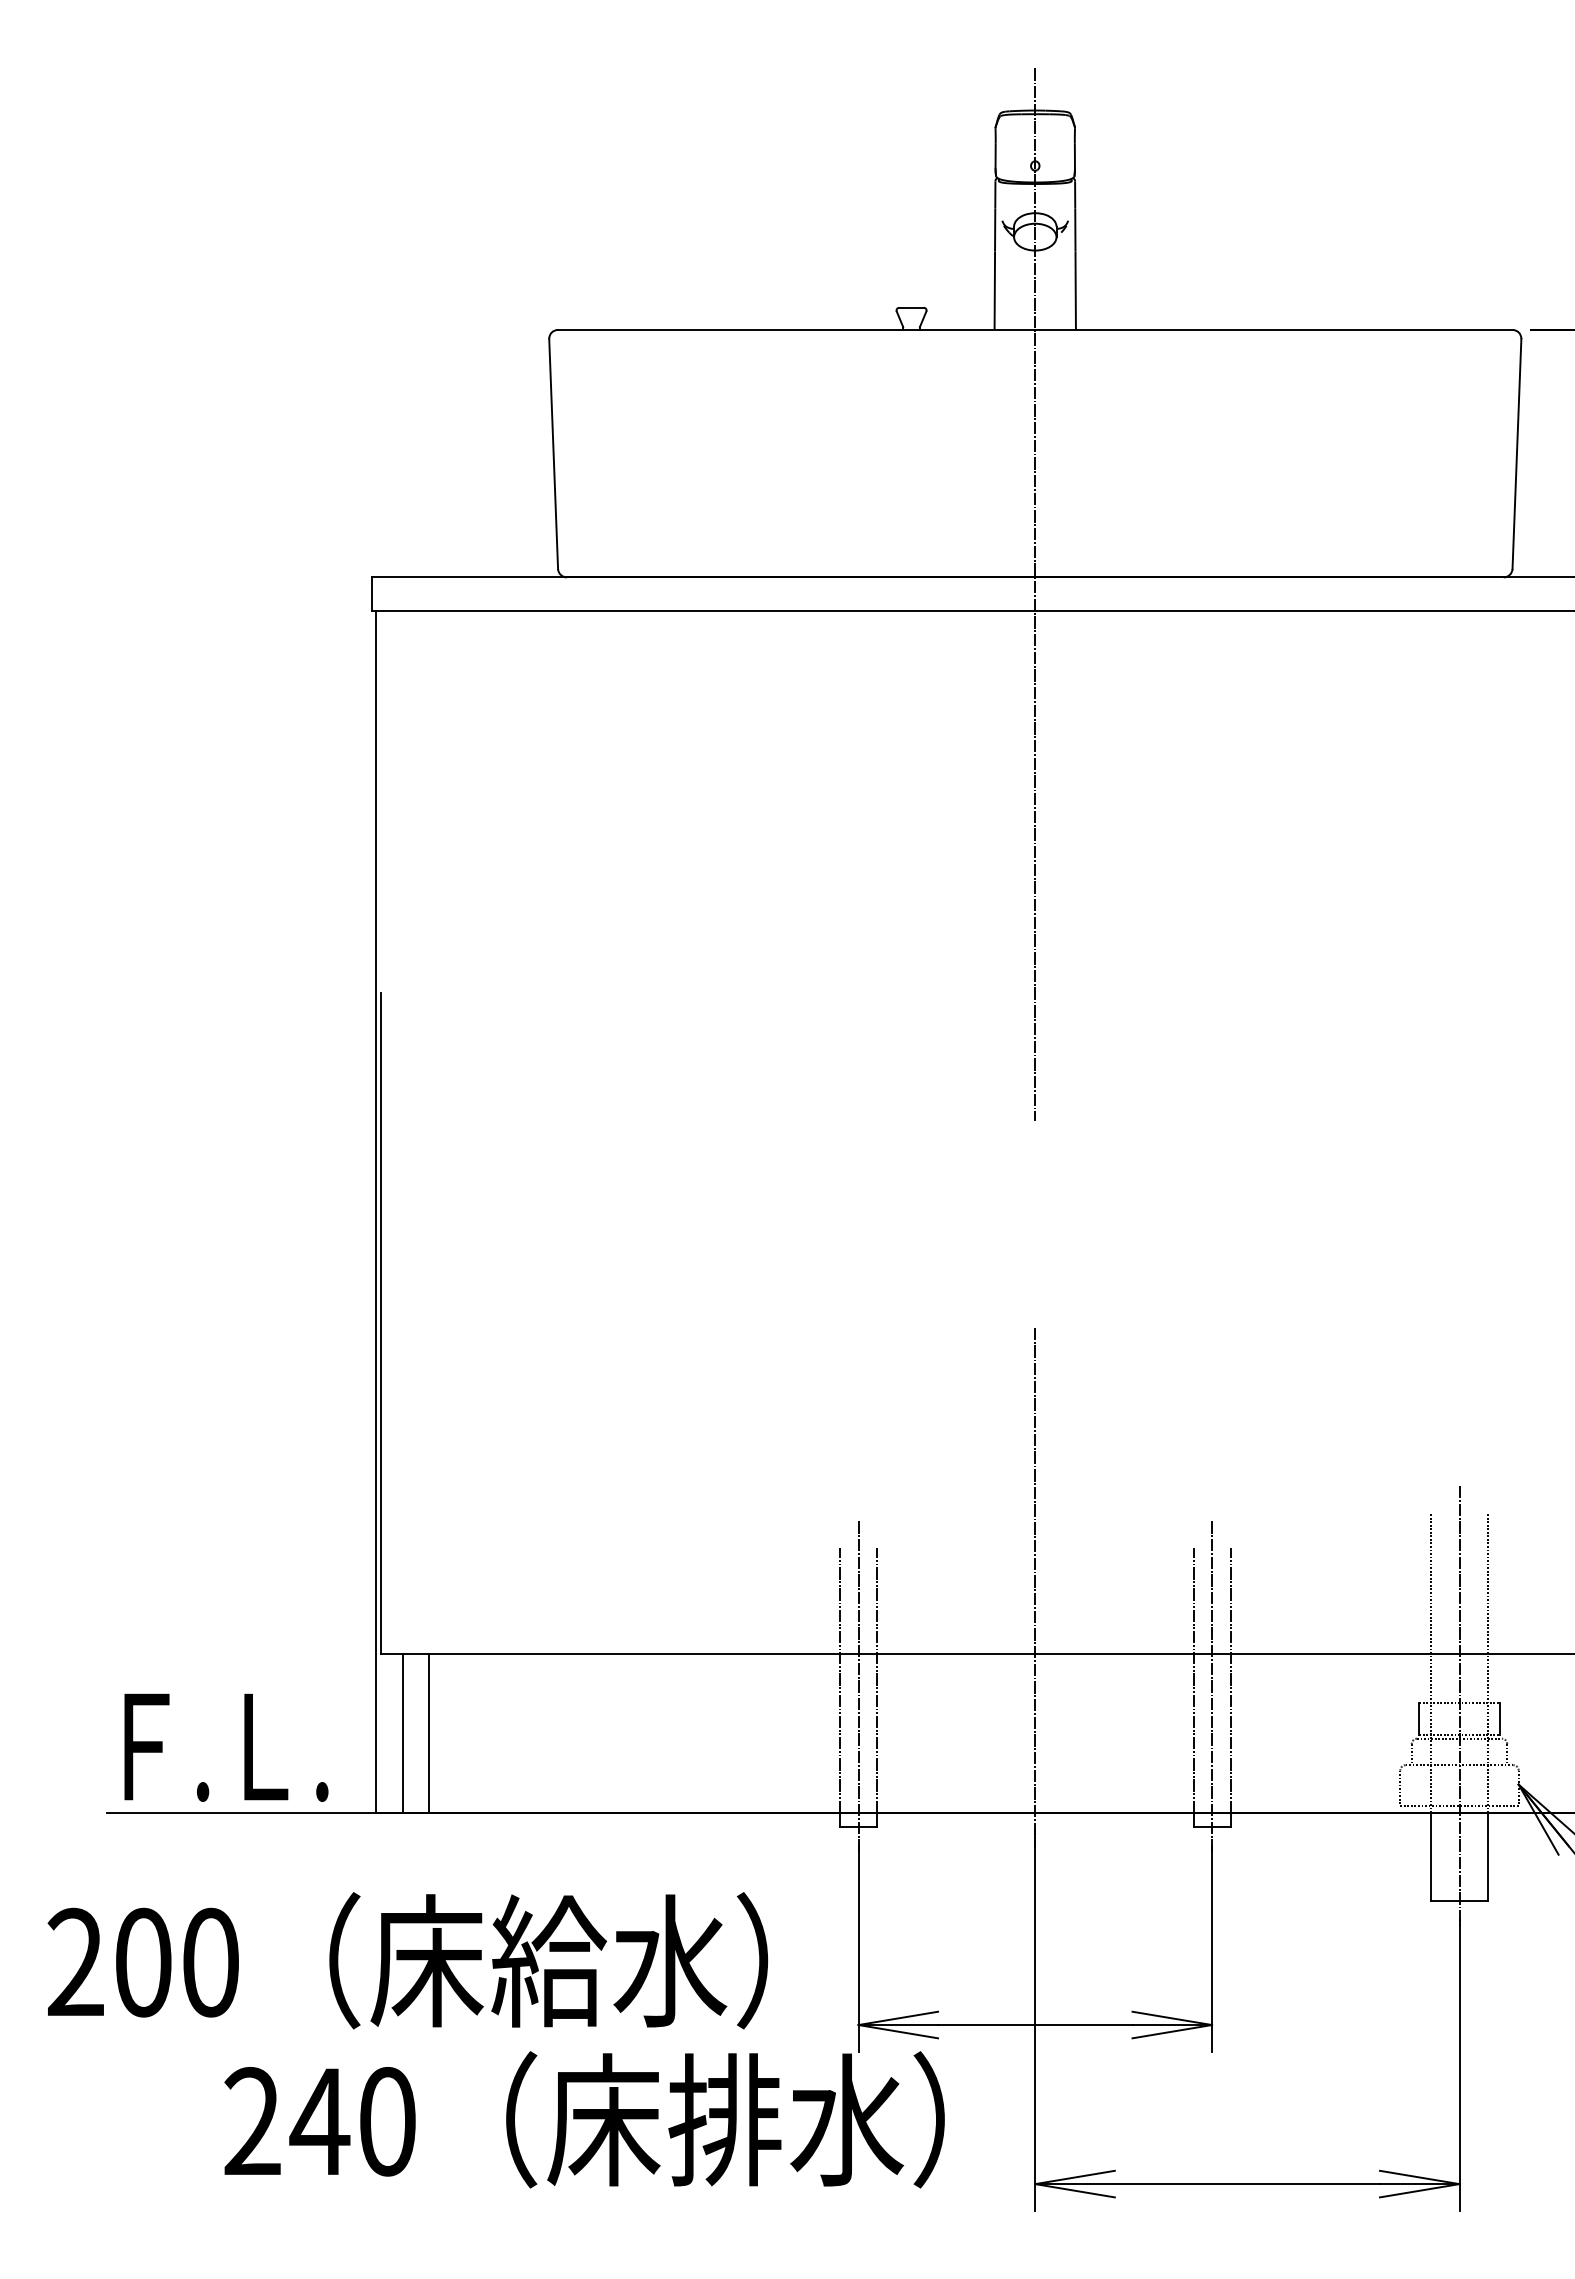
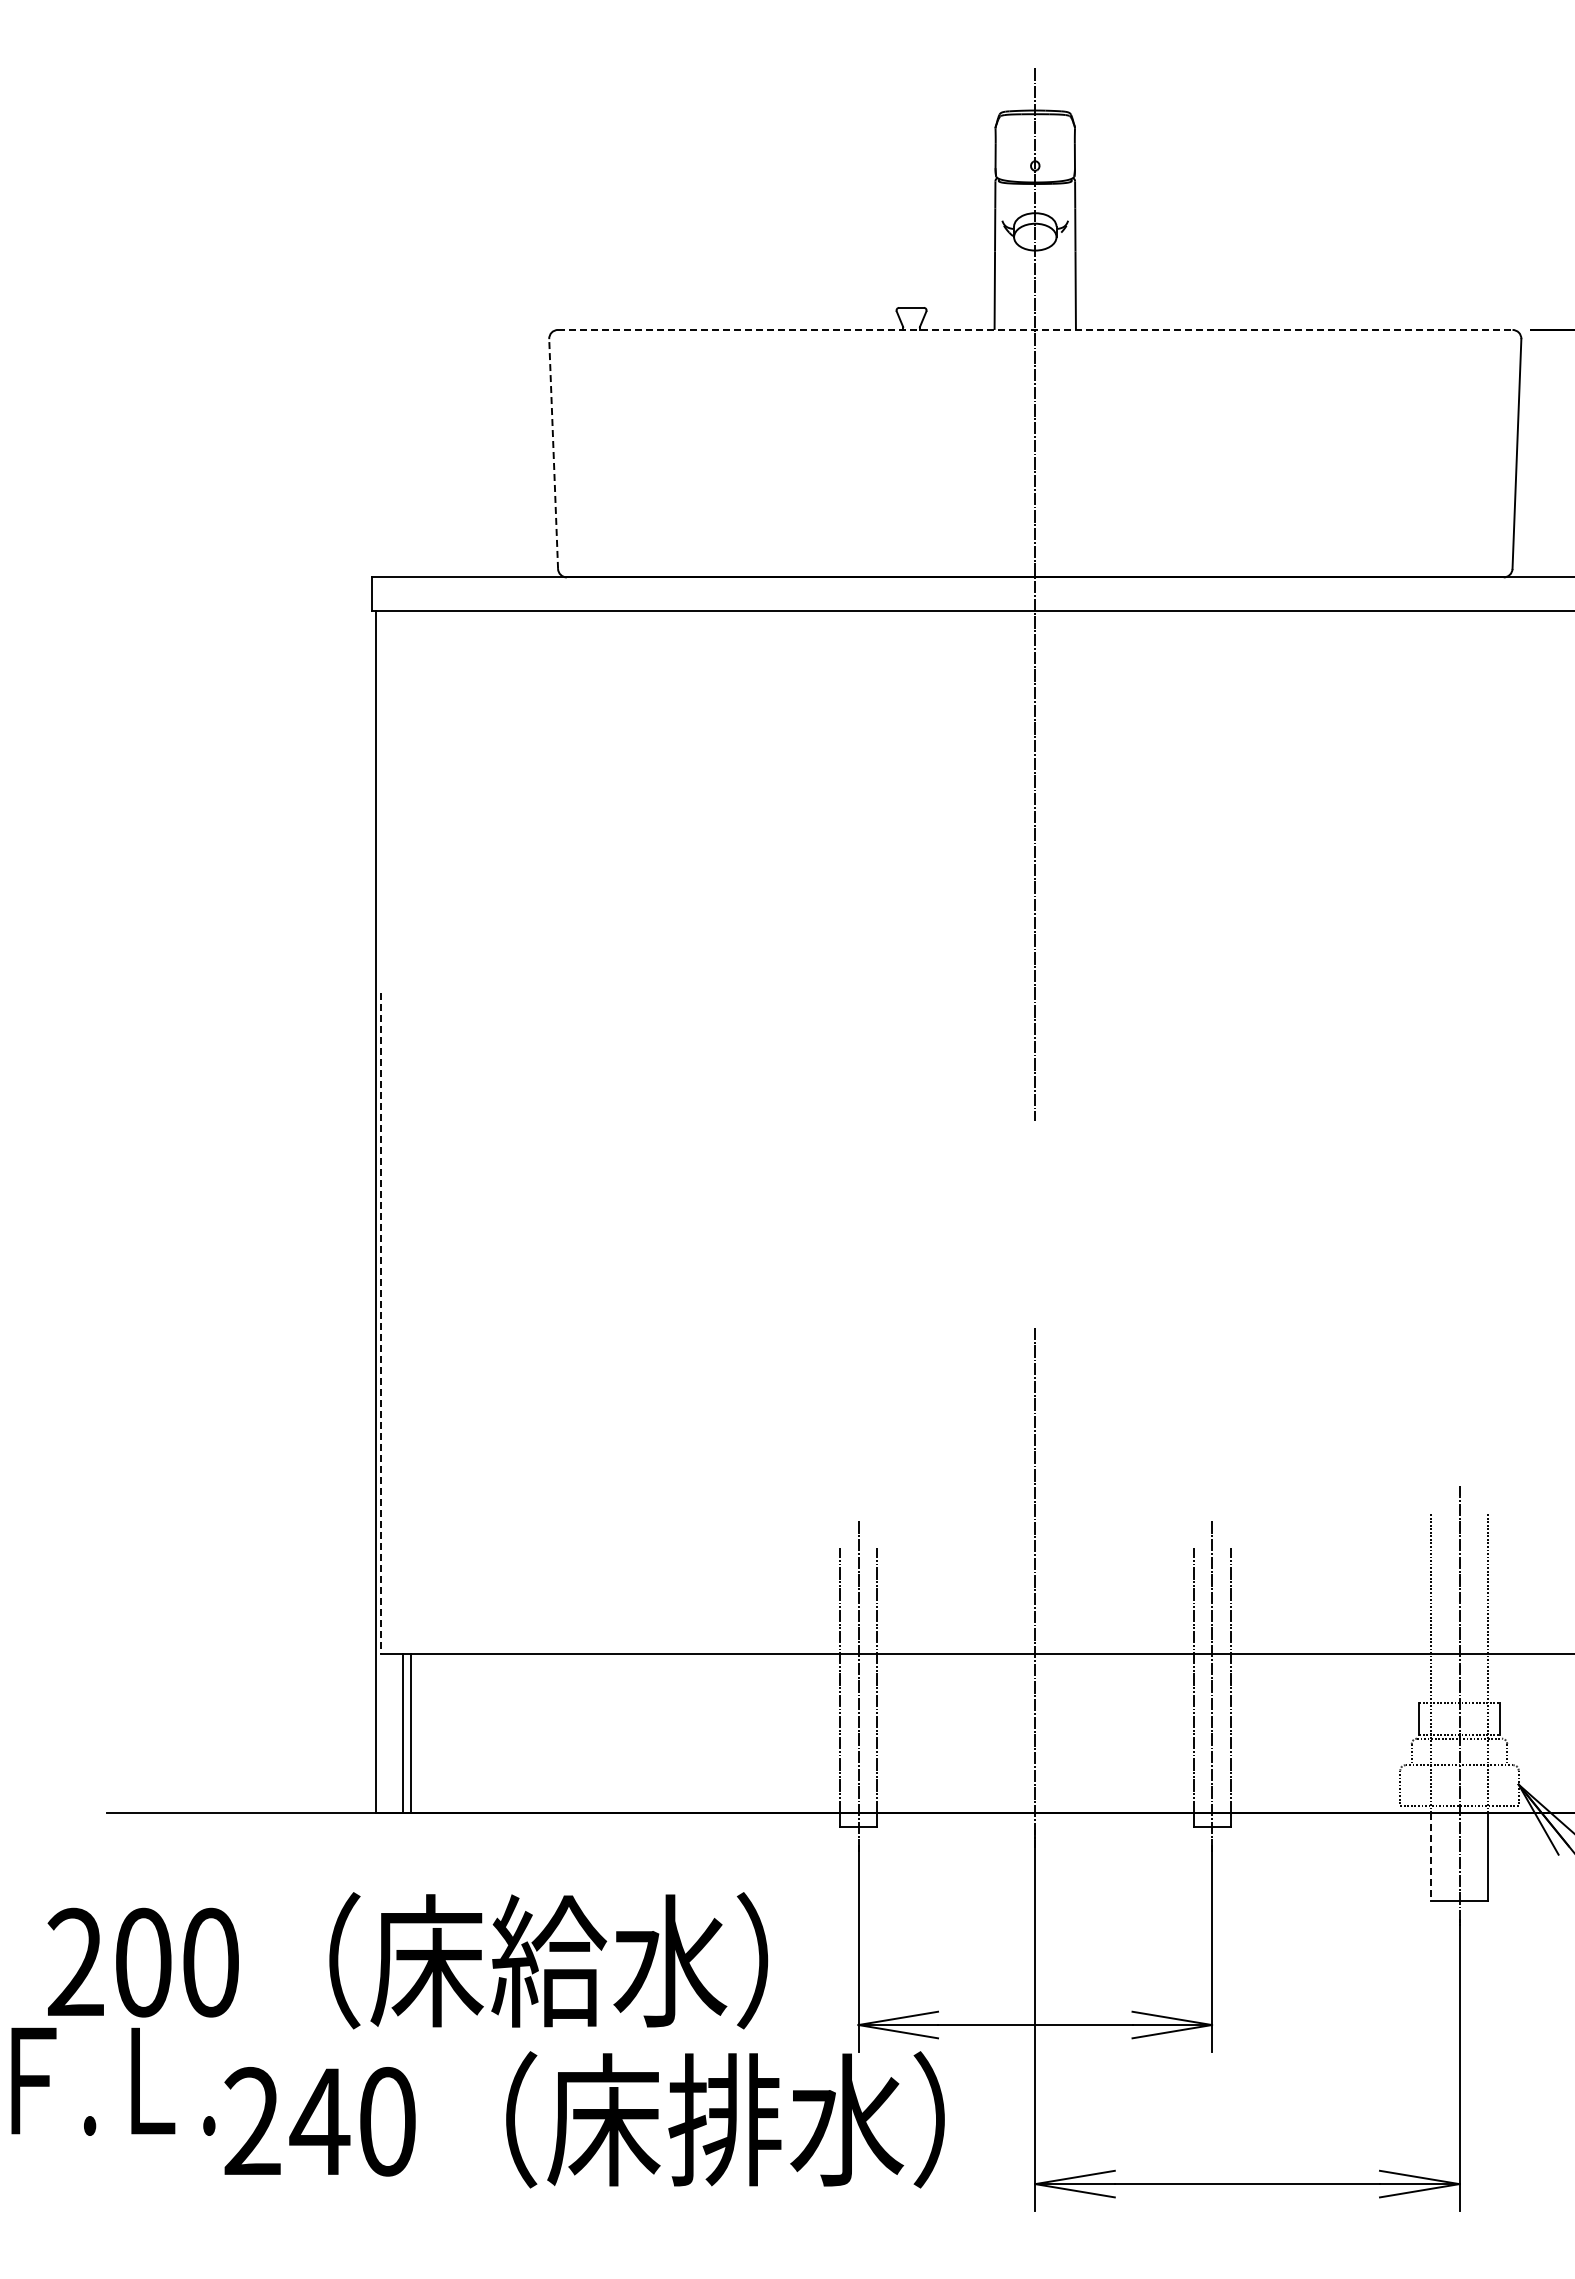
line at (1035, 329): solid -> dashed
line at (553, 454): solid -> dashed
line at (381, 1323): solid -> dashed
line at (429, 1732) position: (429, 1732) -> (411, 1732)
text at (226, 1747) position: (226, 1747) -> (113, 2081)
line at (1431, 1857): solid -> dashed
